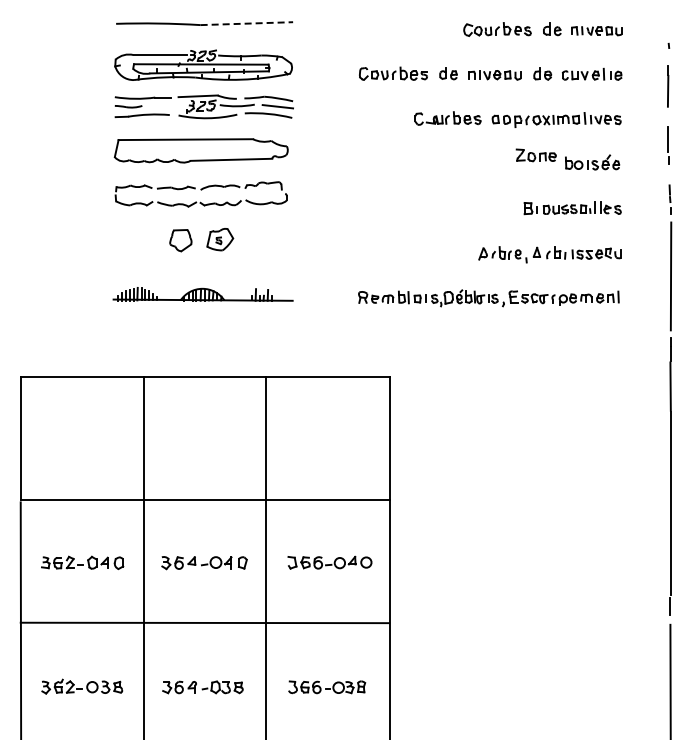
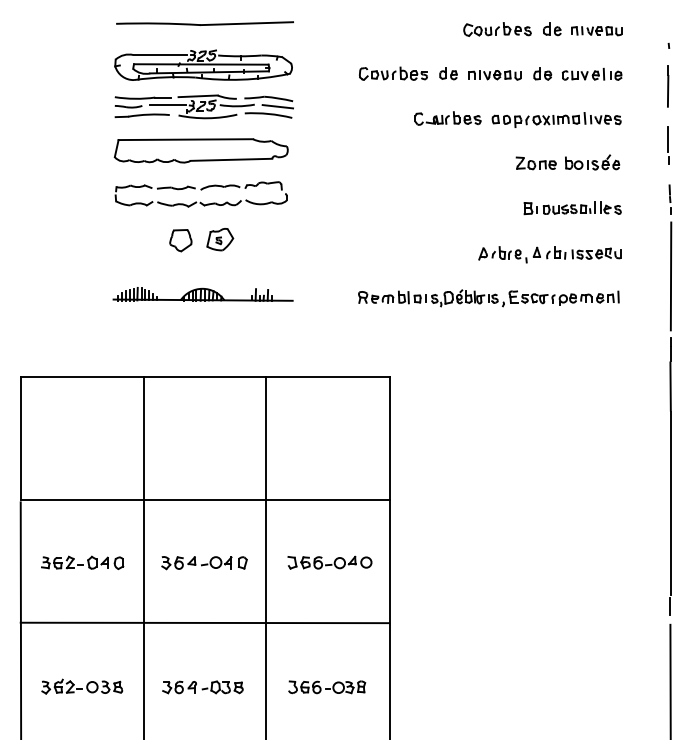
line at (247, 23): dashed -> solid
line at (168, 105): none -> present
part at (535, 155) position: (535, 155) -> (535, 163)
